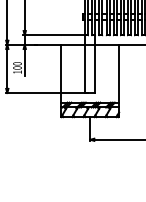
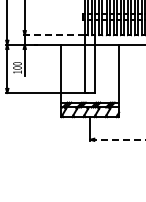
line at (54, 35): solid -> dashed
line at (118, 139): solid -> dashed
